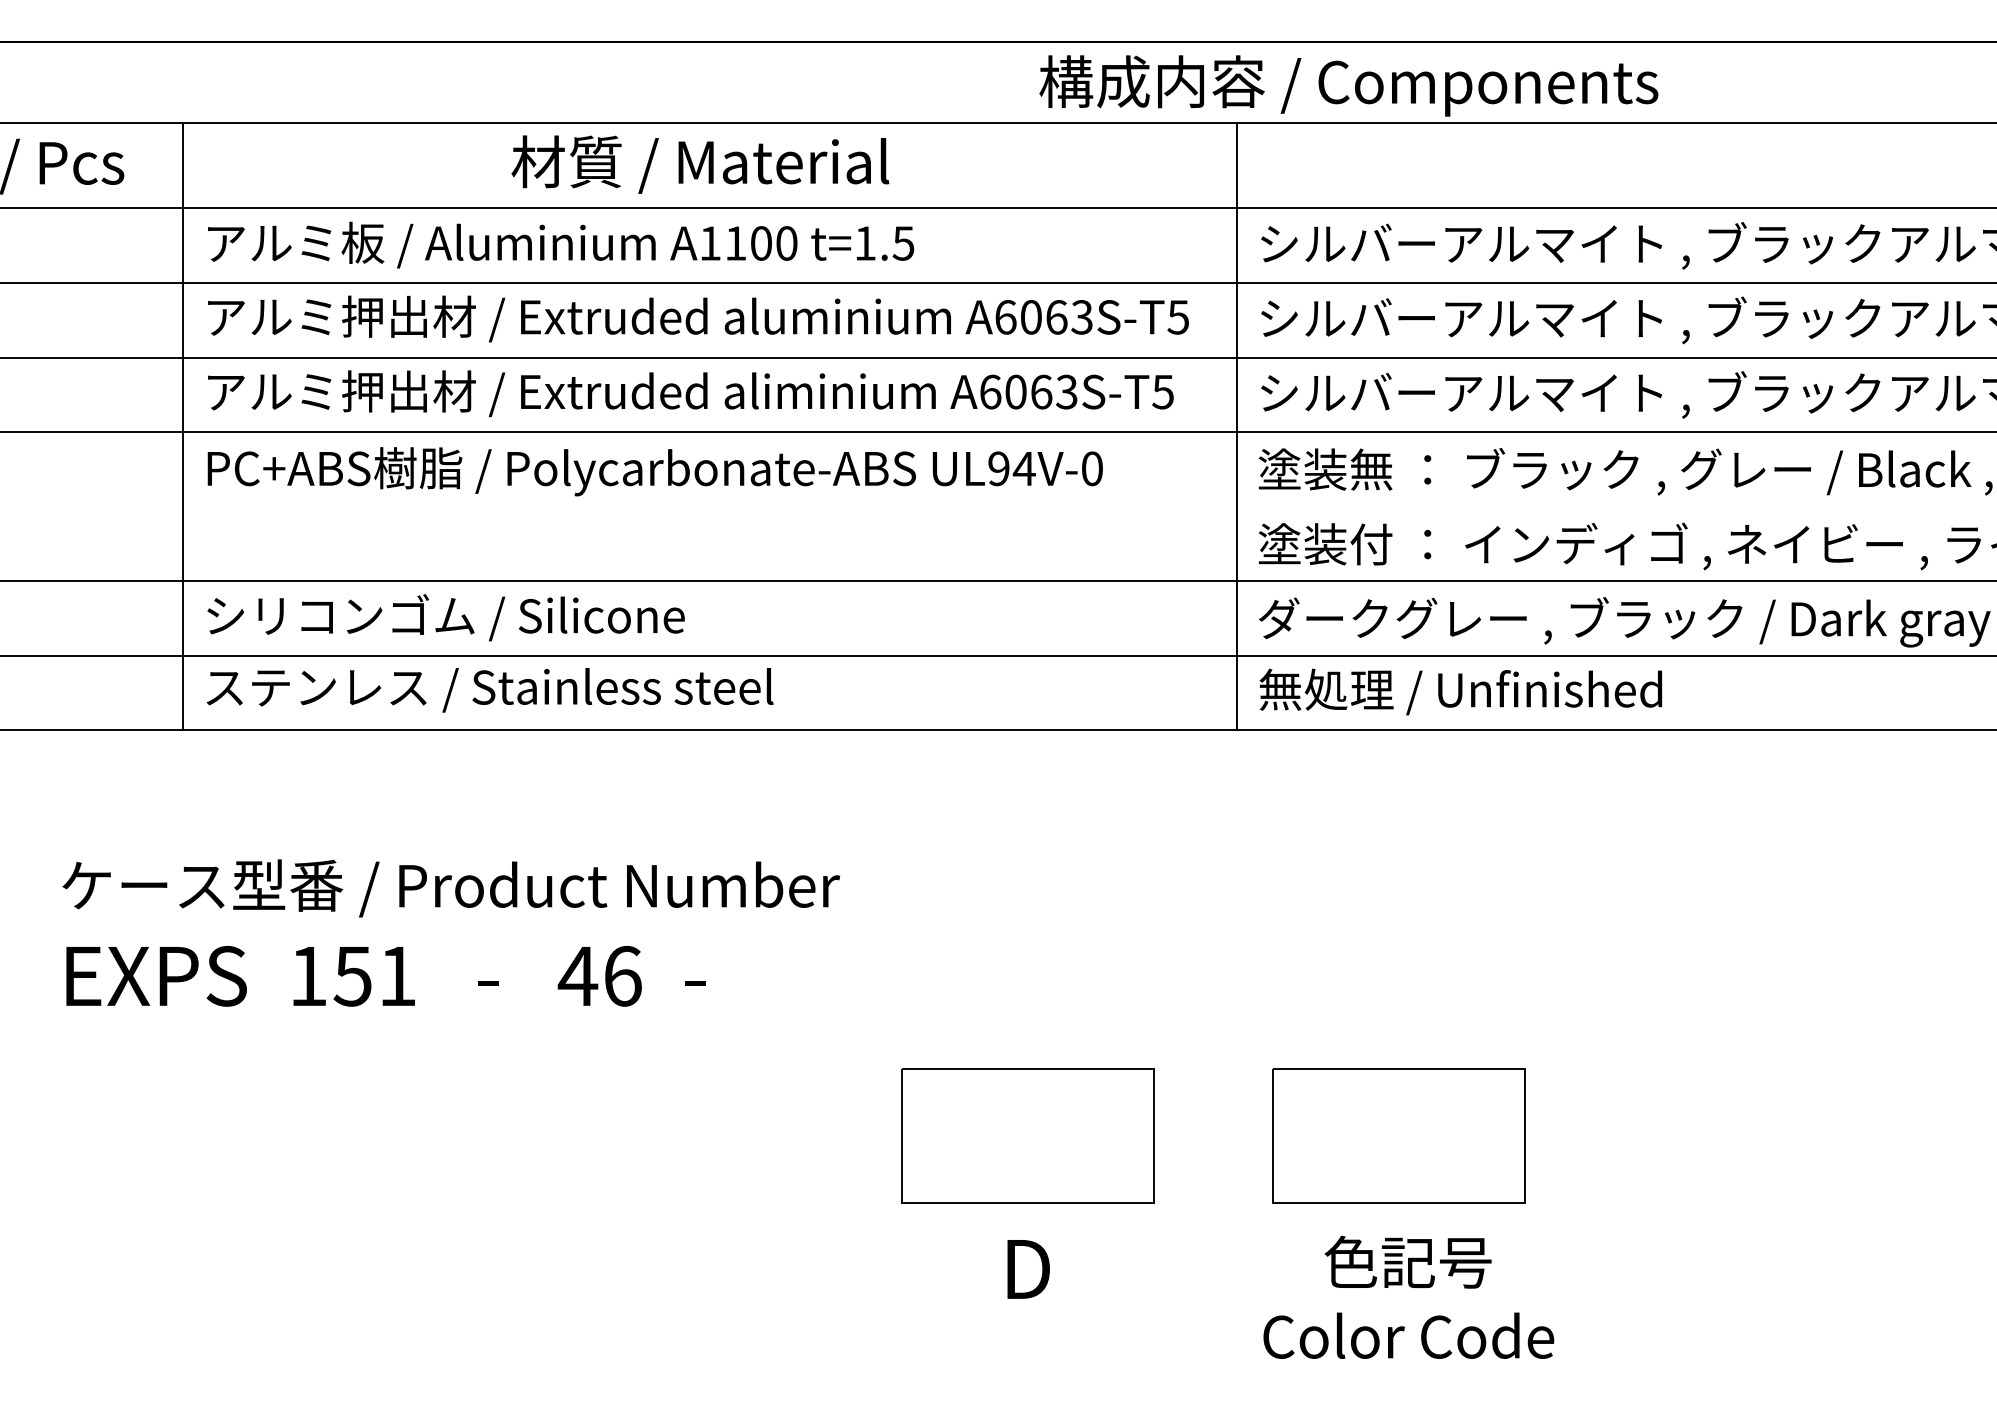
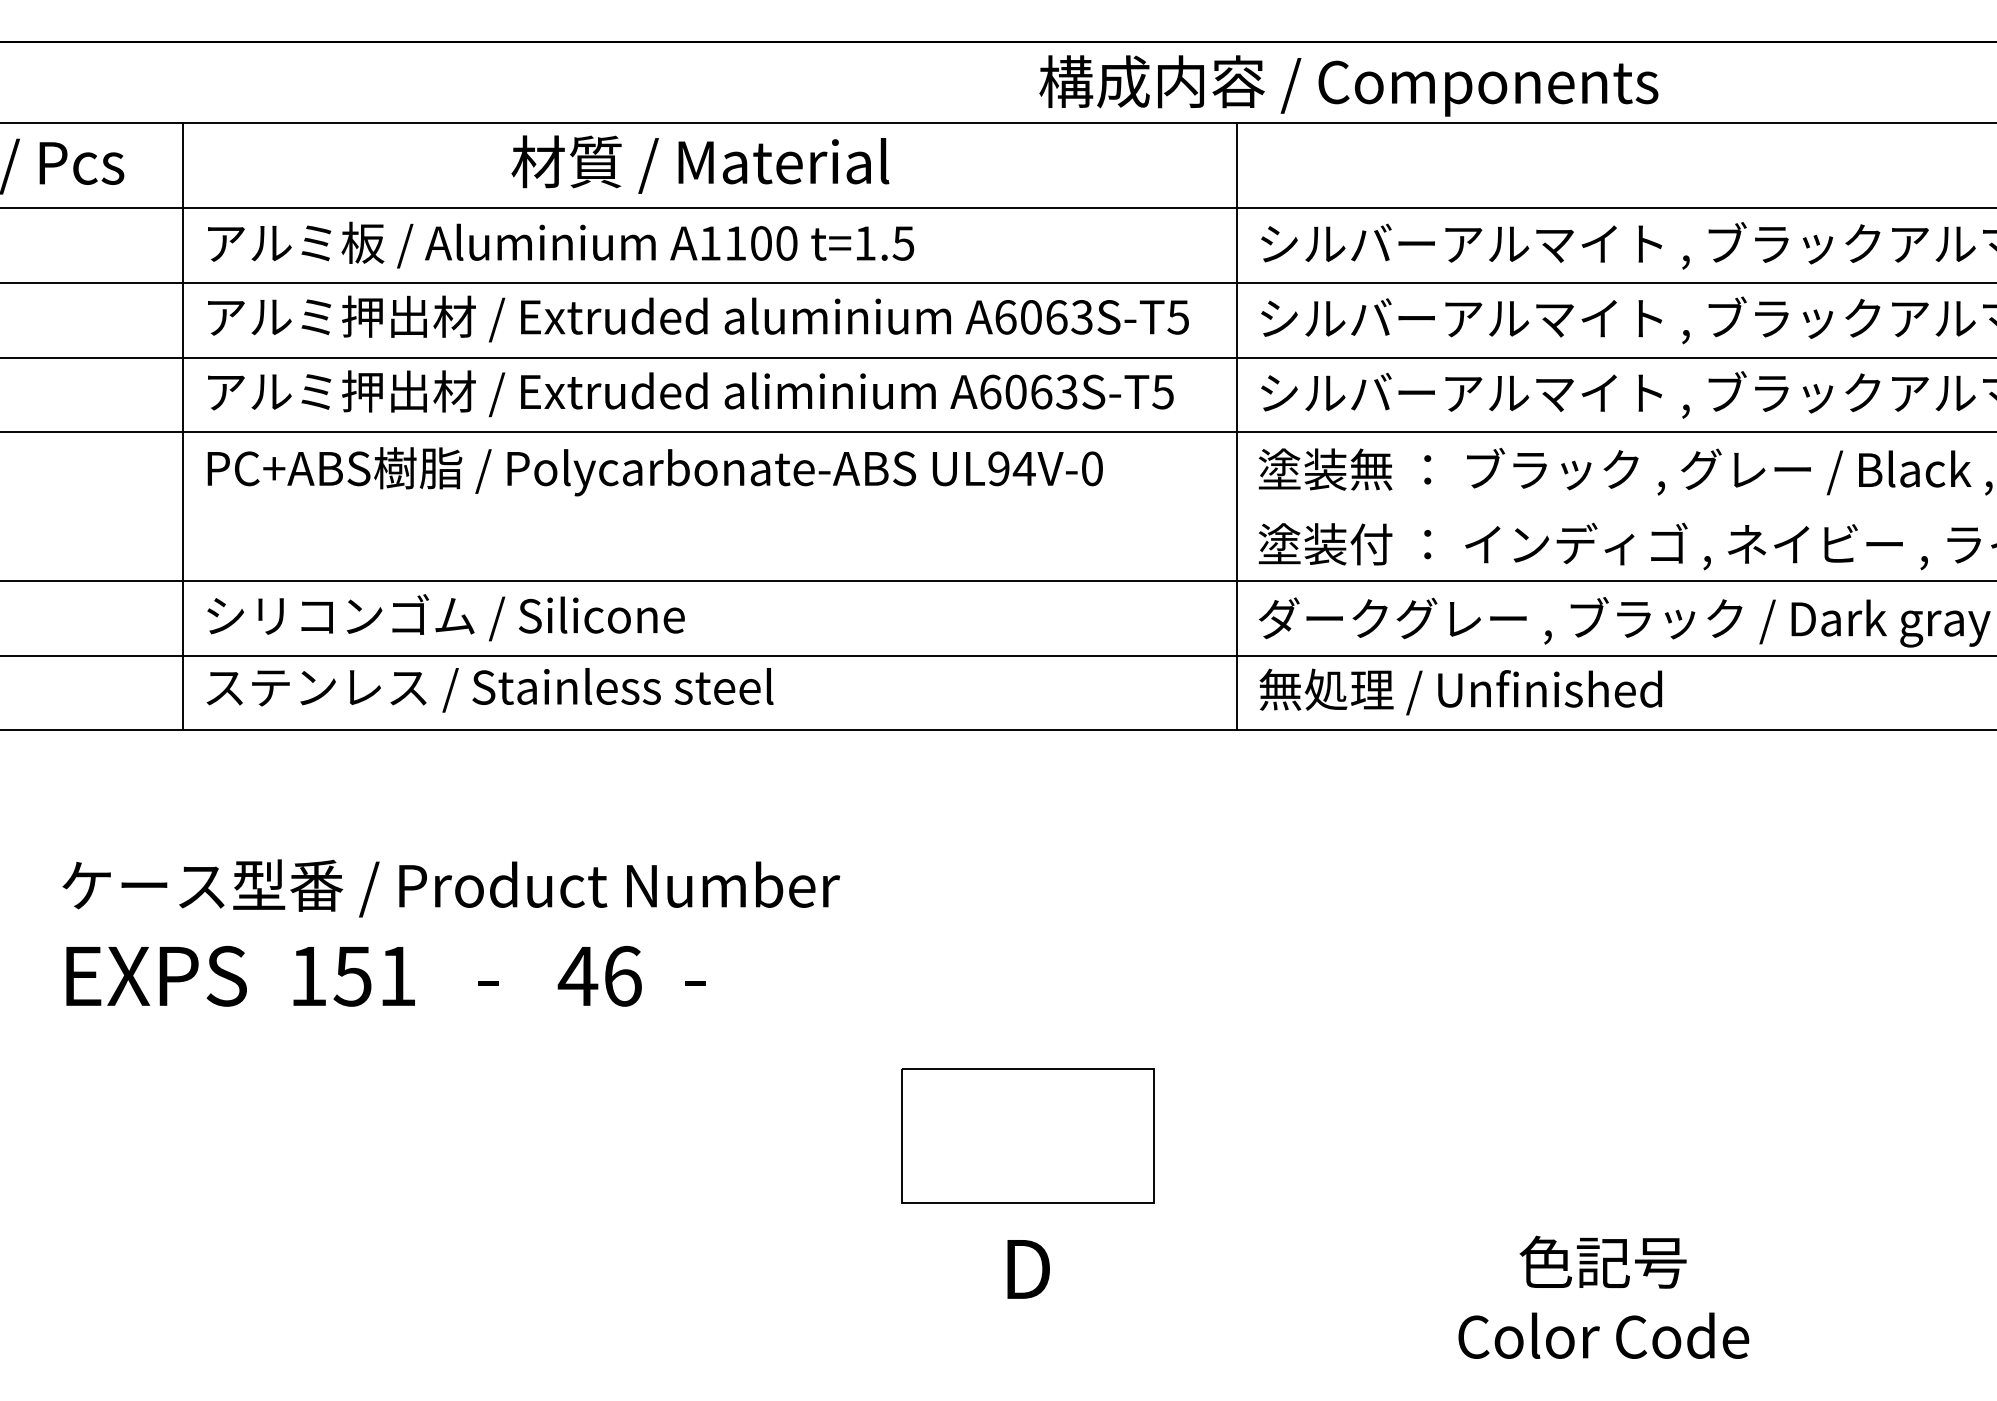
part at (1398, 1135): present -> none
text at (1408, 1296) position: (1408, 1296) -> (1603, 1296)
